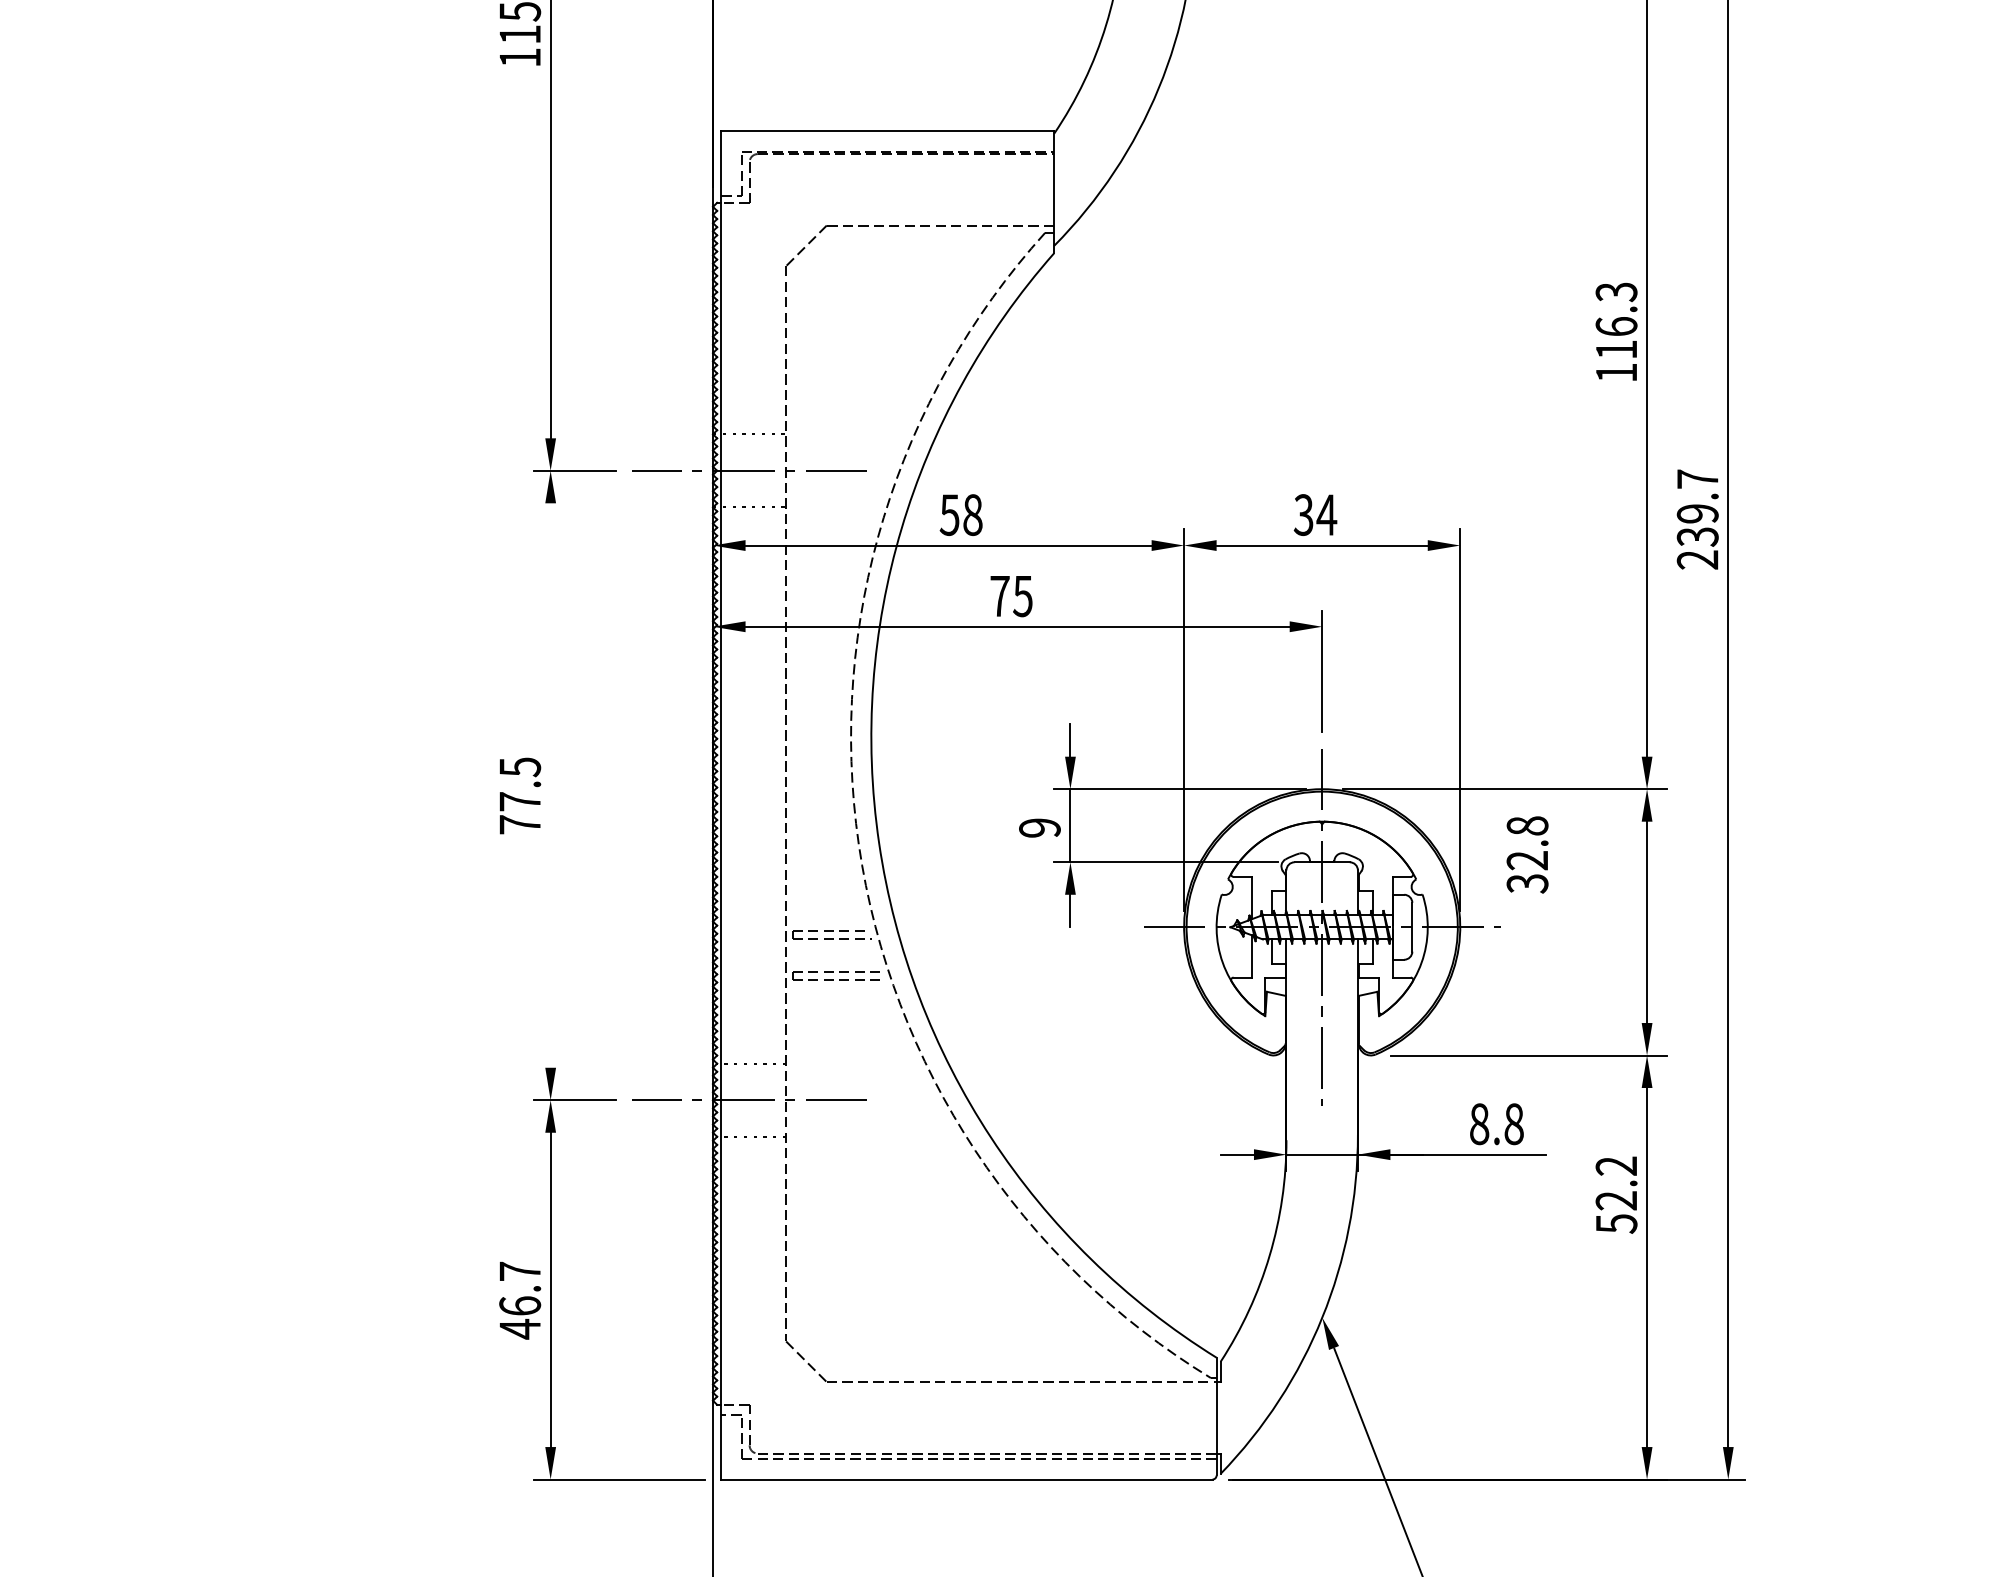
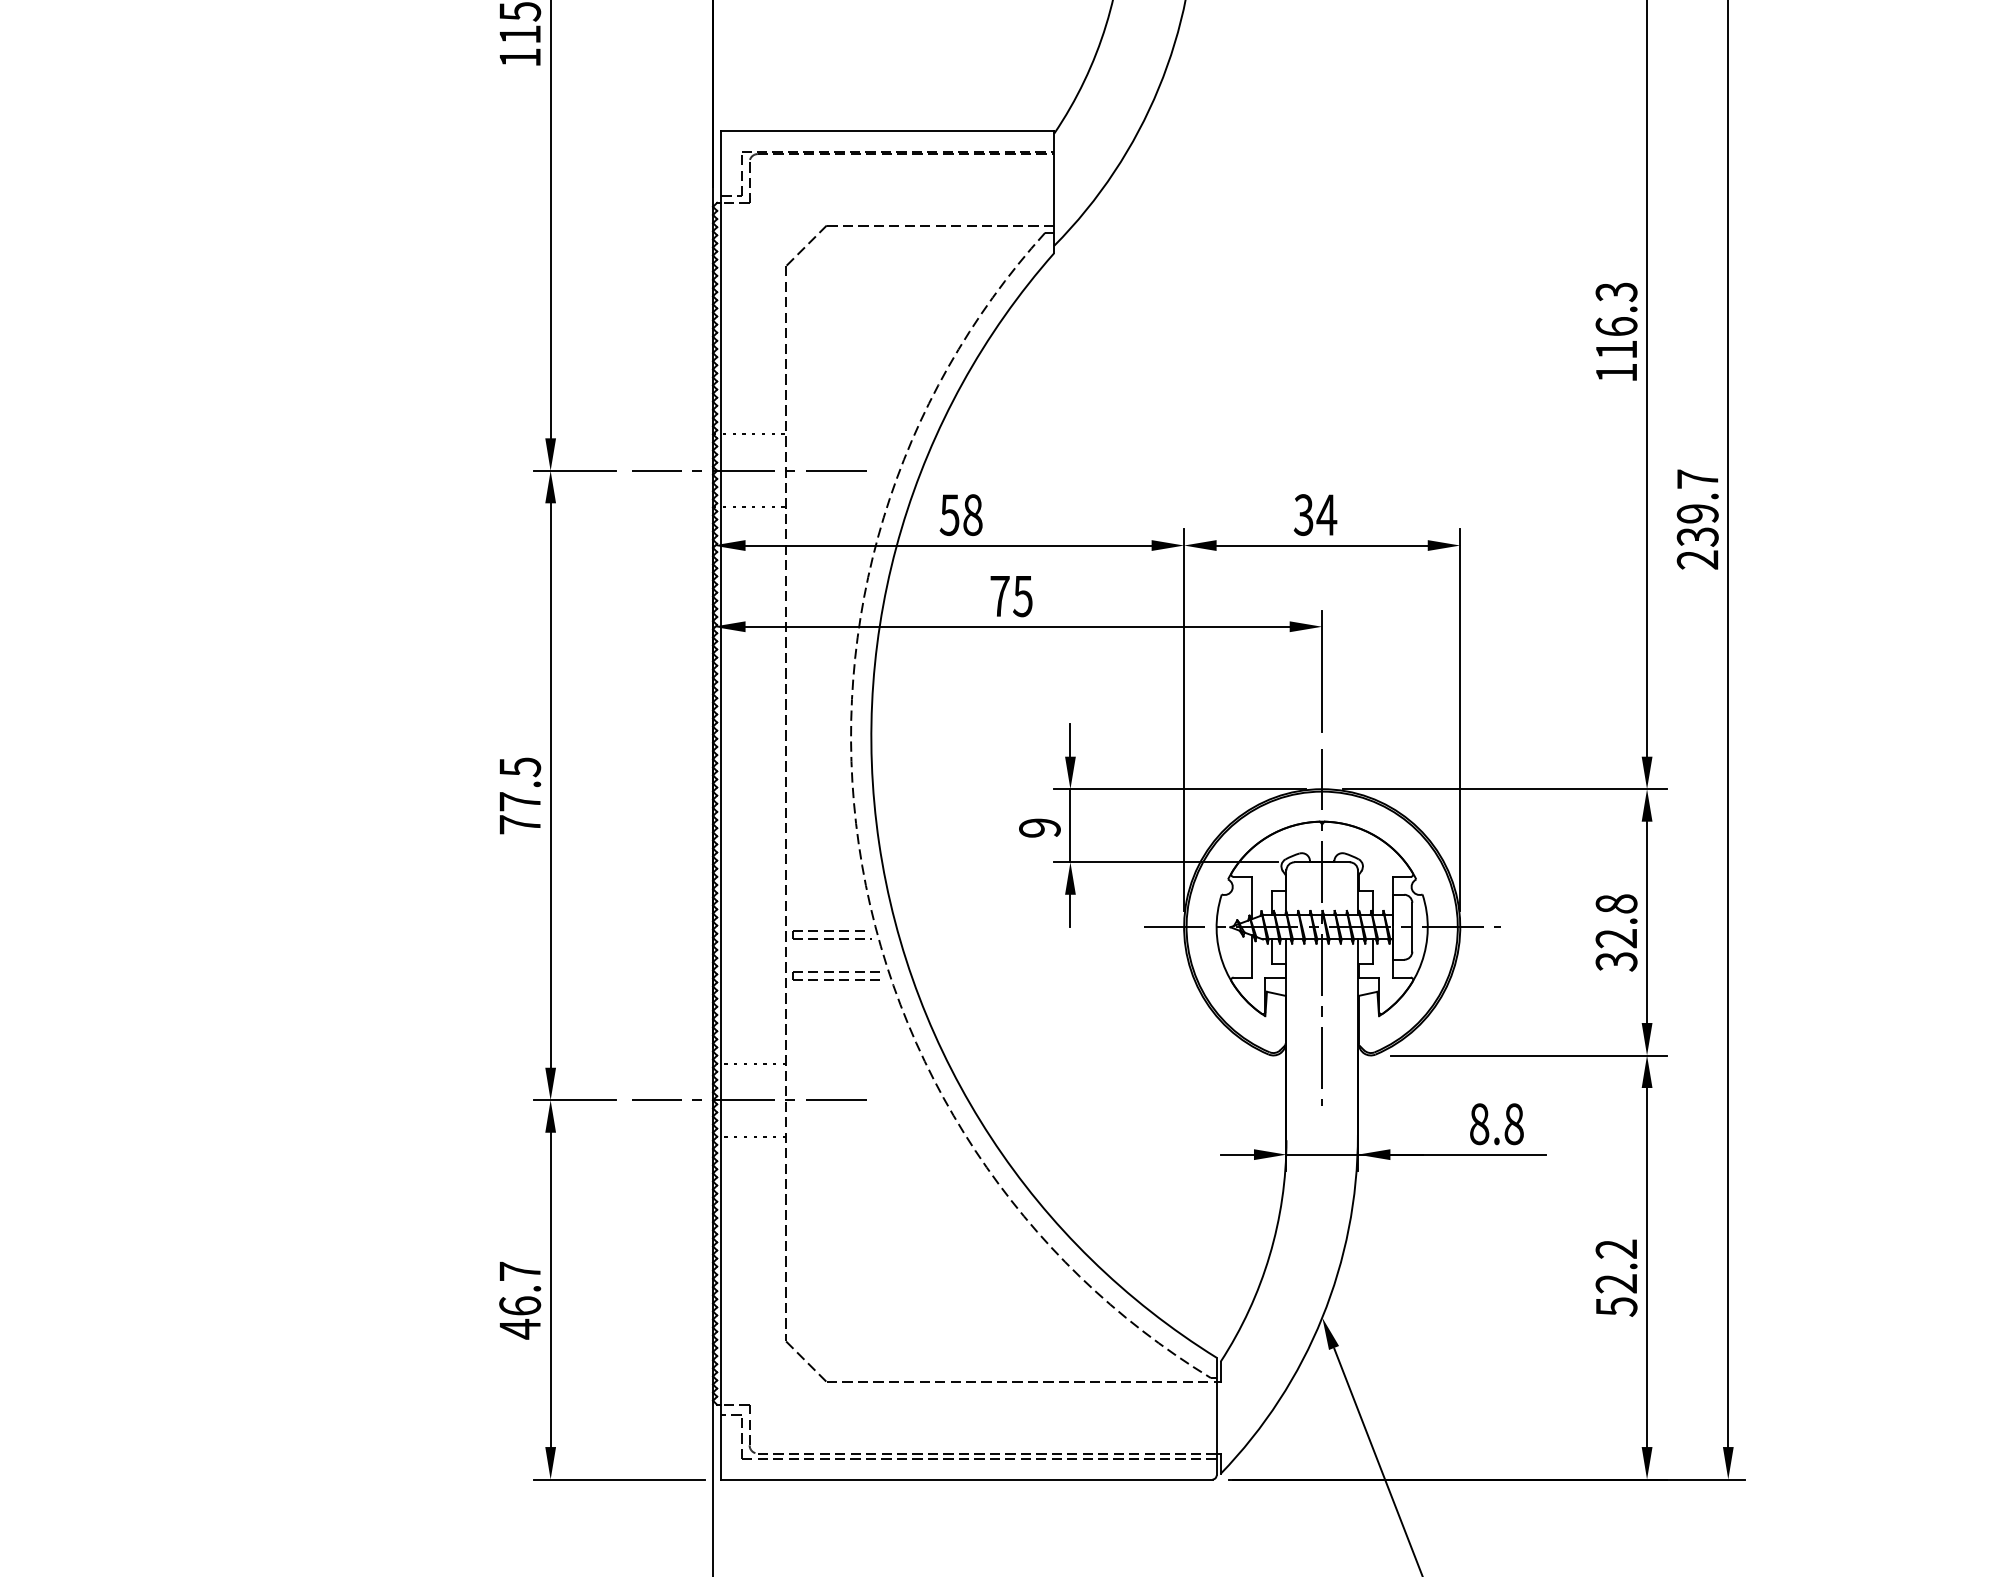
line at (550, 785): none -> present
text at (1527, 854) position: (1527, 854) -> (1616, 932)
text at (1616, 1194) position: (1616, 1194) -> (1616, 1277)
